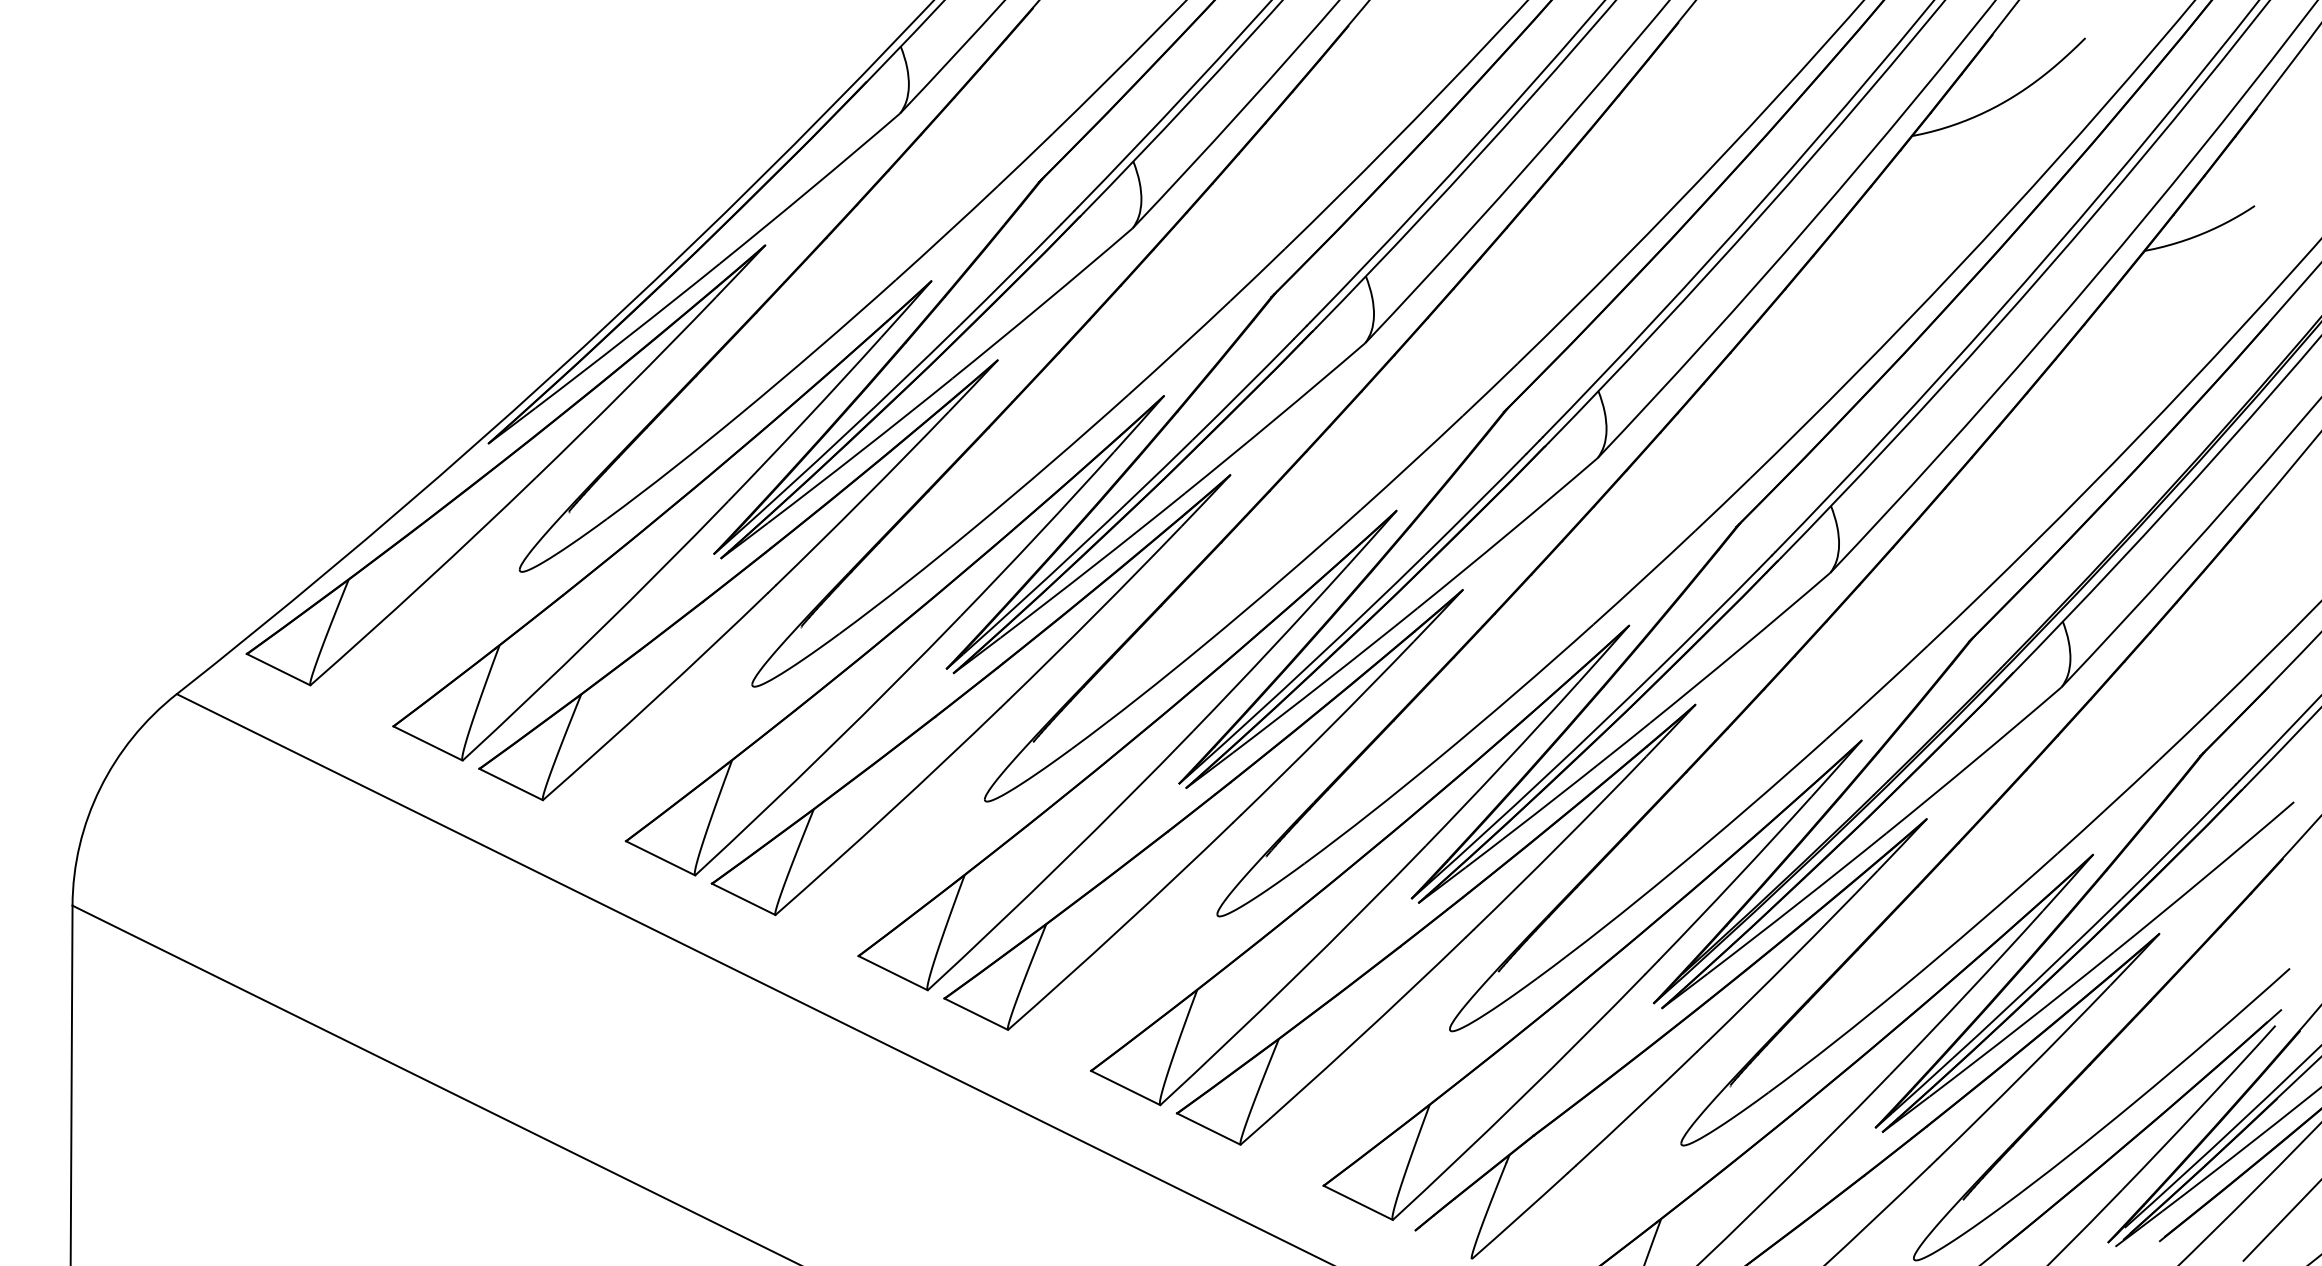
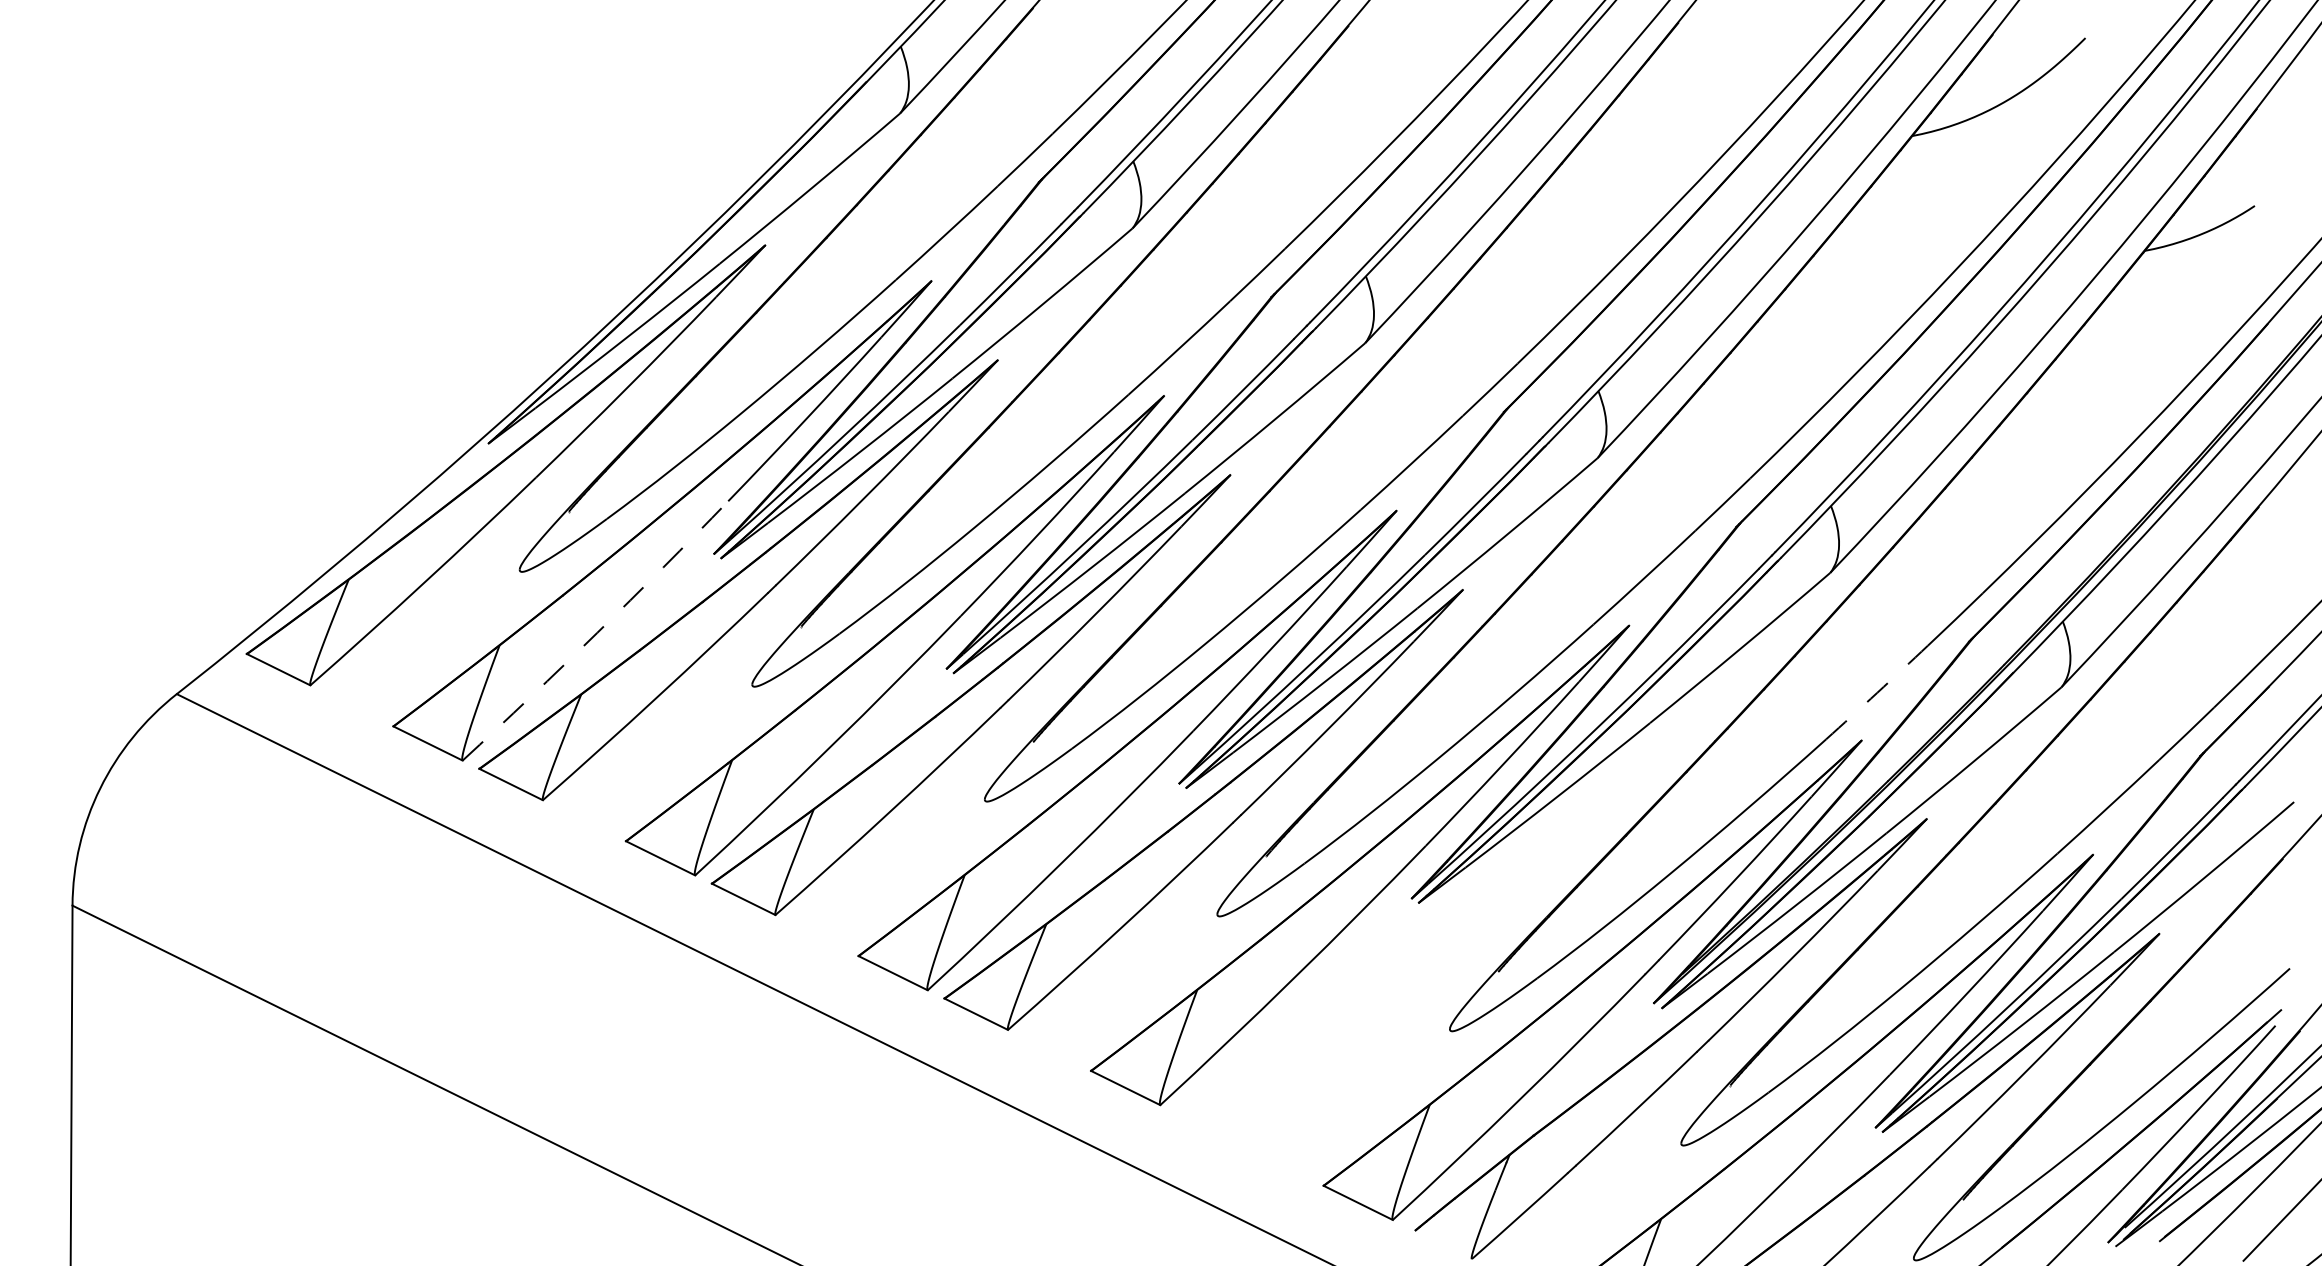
arc at (597, 632): solid -> dashed
arc at (1877, 692): solid -> dashed
part at (1435, 924): present -> none
